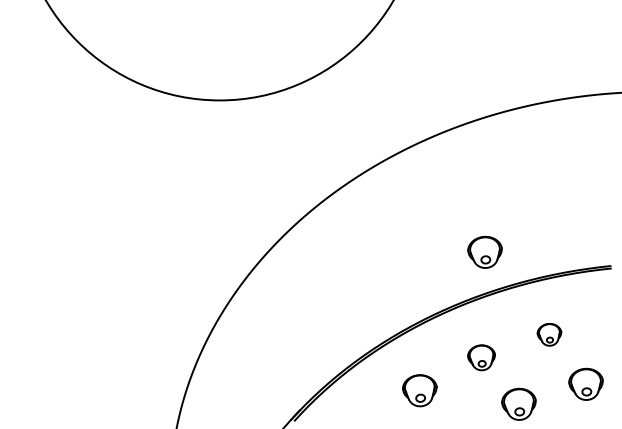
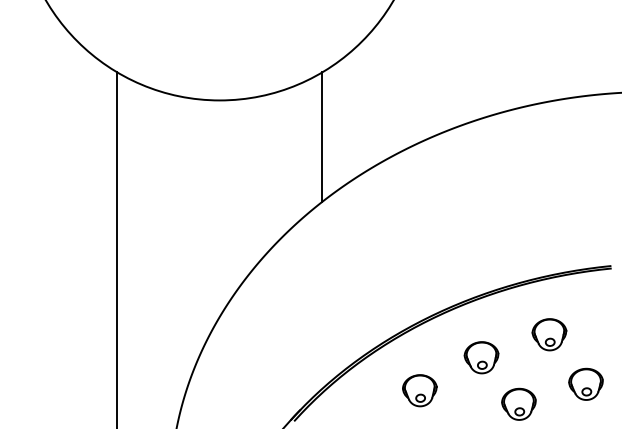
line at (322, 137): none -> present
line at (117, 248): none -> present
part at (484, 251): present -> none
part at (549, 334) size: 27x24 px -> 37x34 px
part at (481, 357) size: 29x28 px -> 37x34 px
